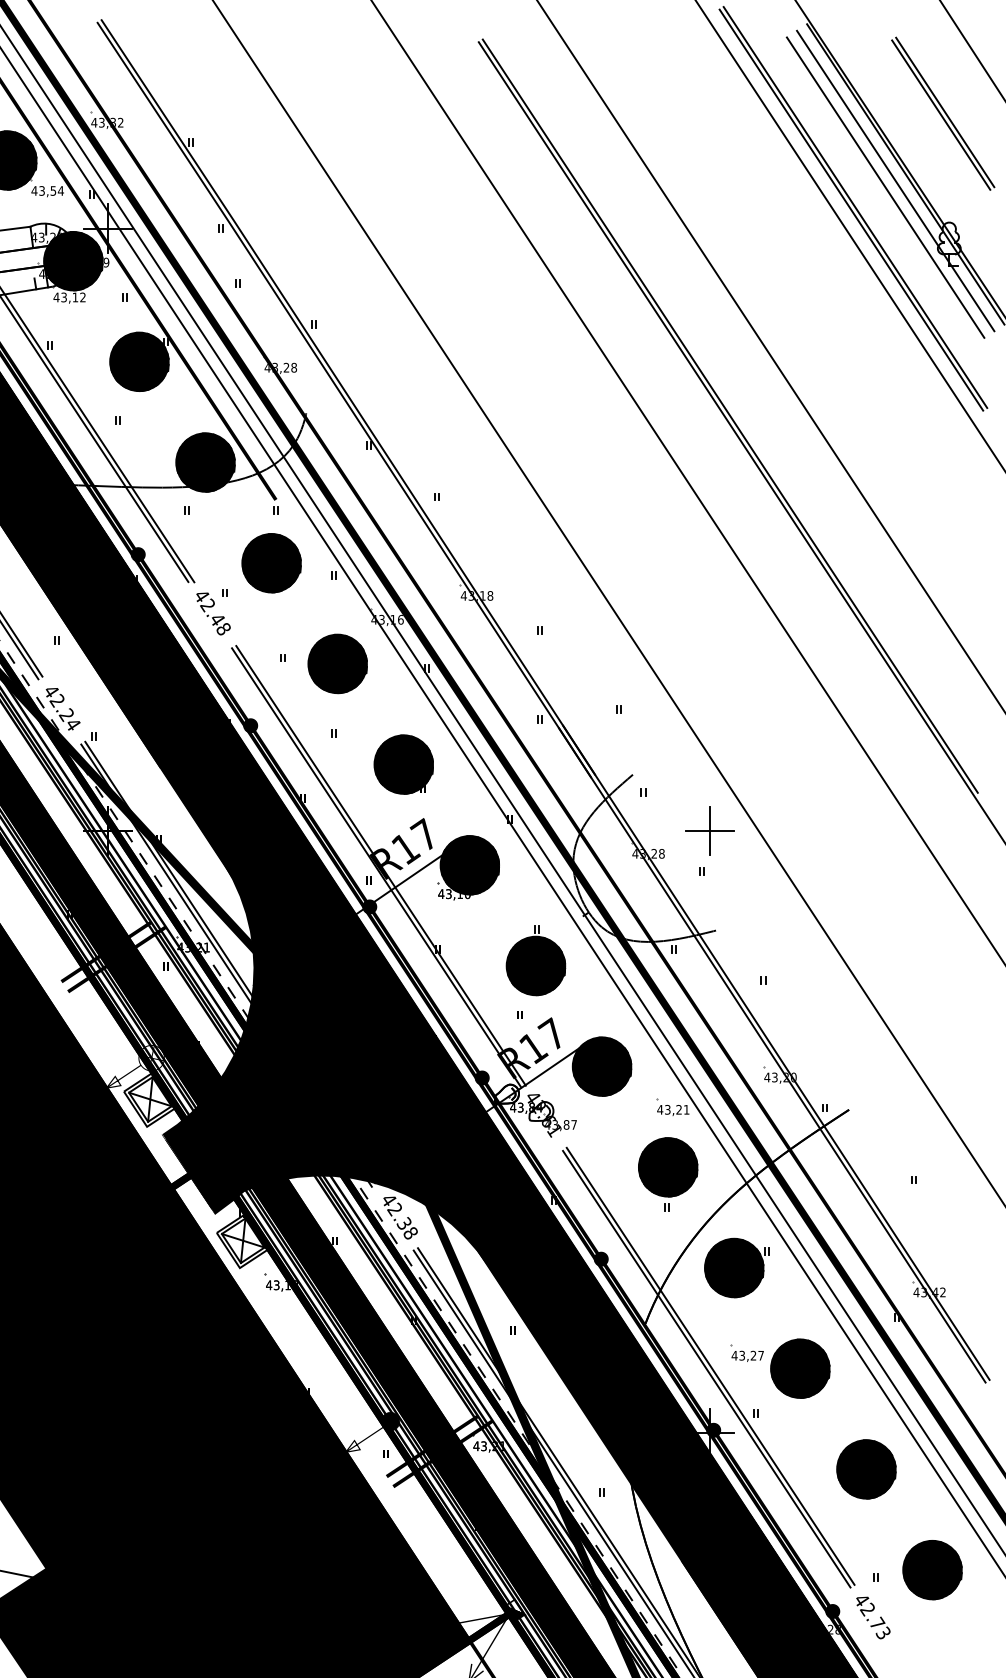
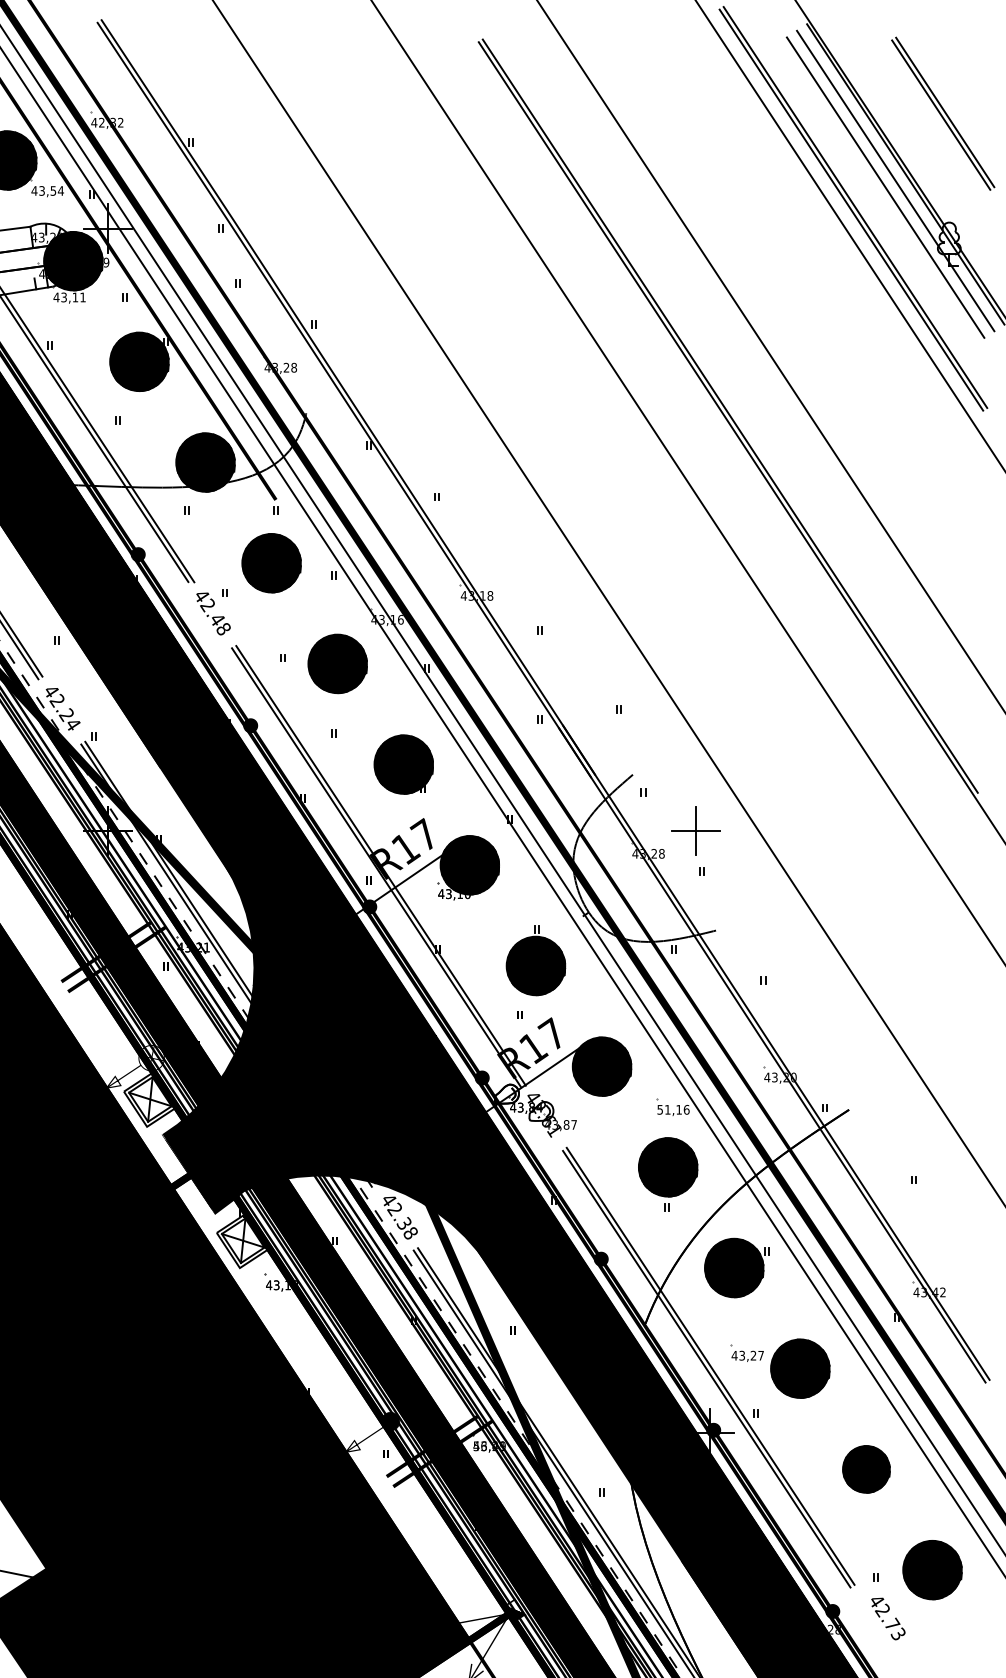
line at (971, 49): present -> none
text at (101, 122): 43,32 -> 42,32
text at (82, 297): 43,12 -> 43,11
part at (709, 830) position: (709, 830) -> (695, 830)
text at (673, 1109): 43,21 -> 51,16
text at (489, 1446): 43,21 -> 56,49
part at (866, 1469) size: 61x61 px -> 49x49 px
text at (873, 1617) position: (873, 1617) -> (888, 1618)
